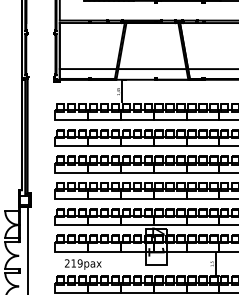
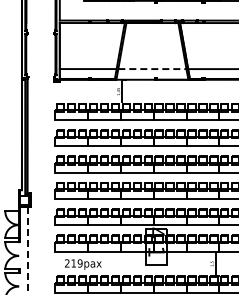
line at (152, 69): solid -> dashed
line at (27, 250): solid -> dashed
